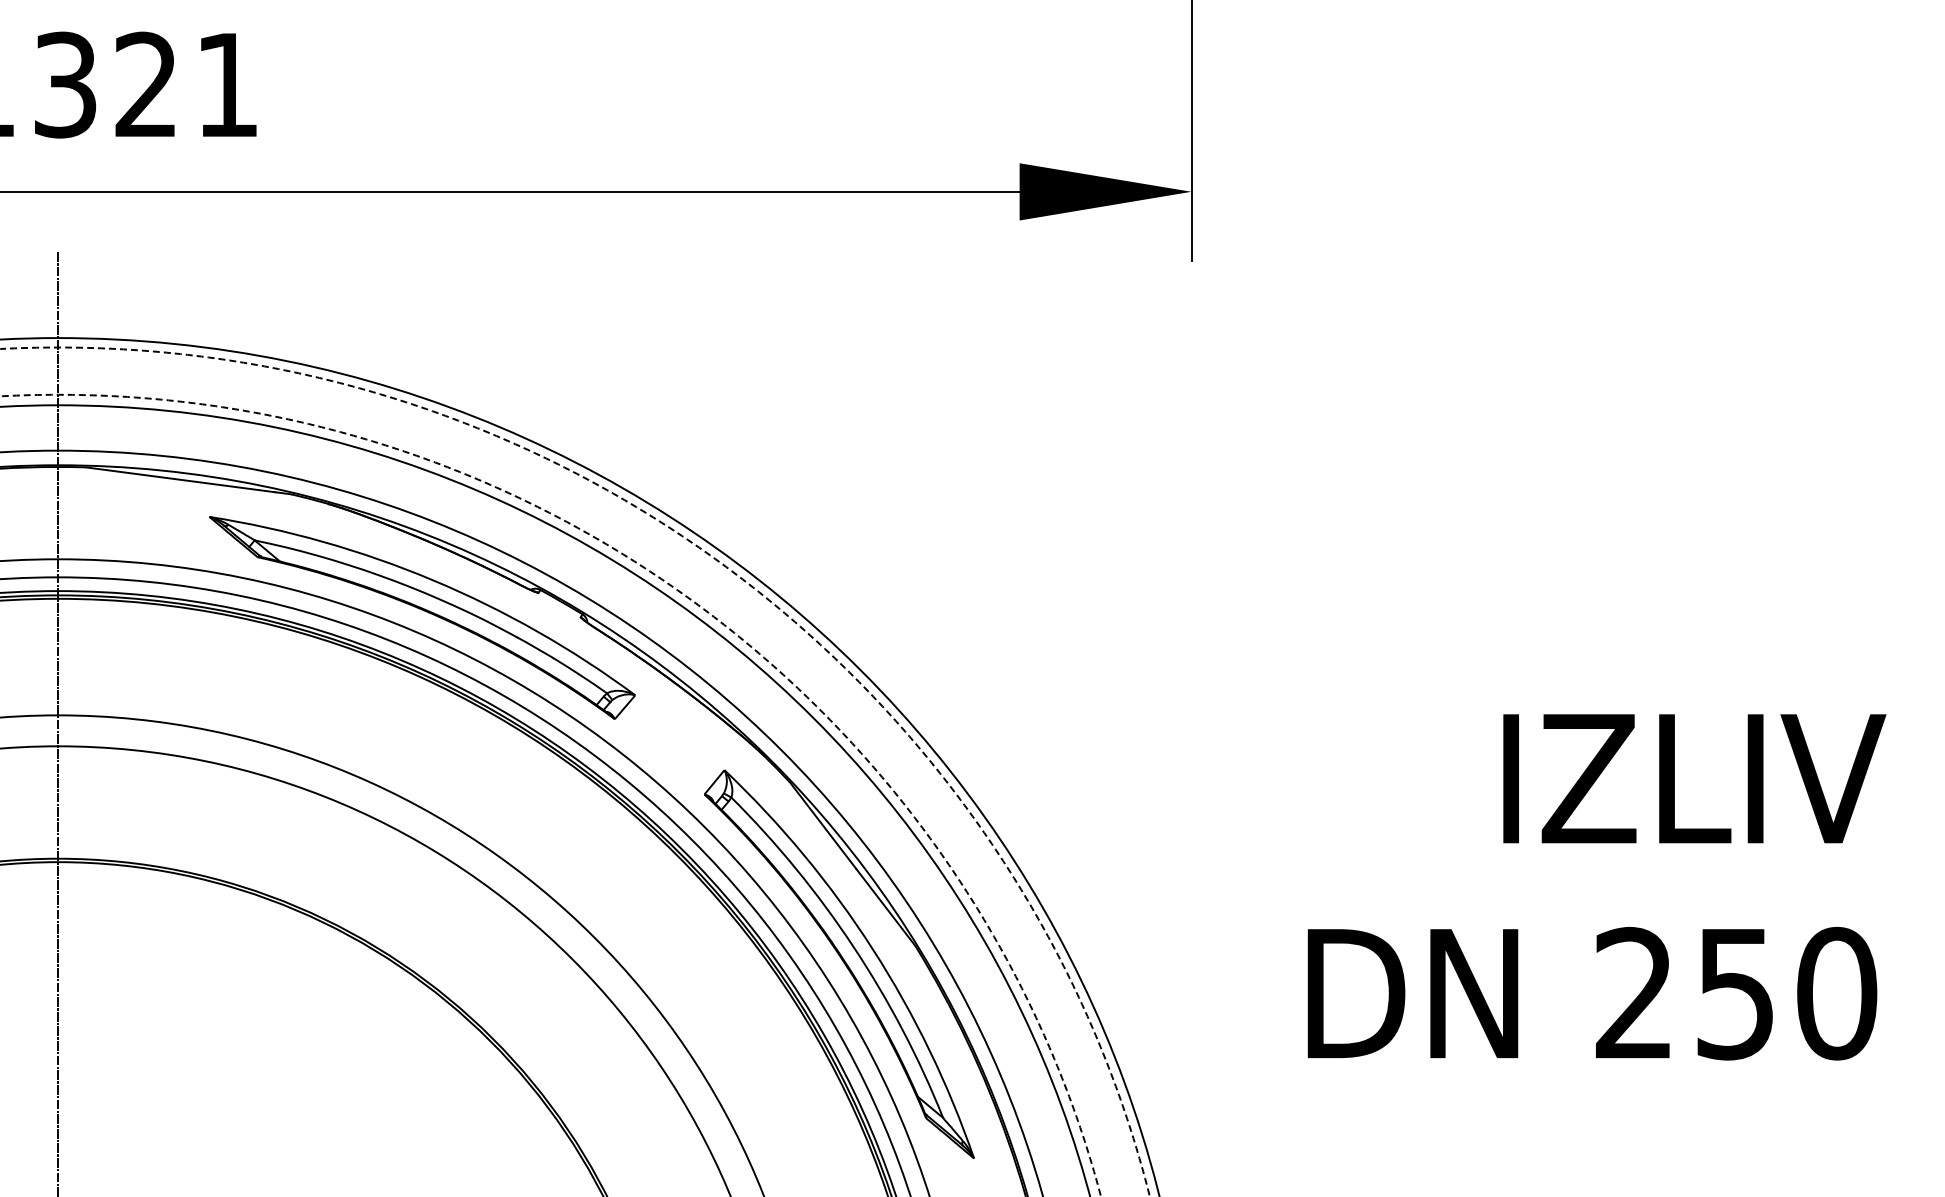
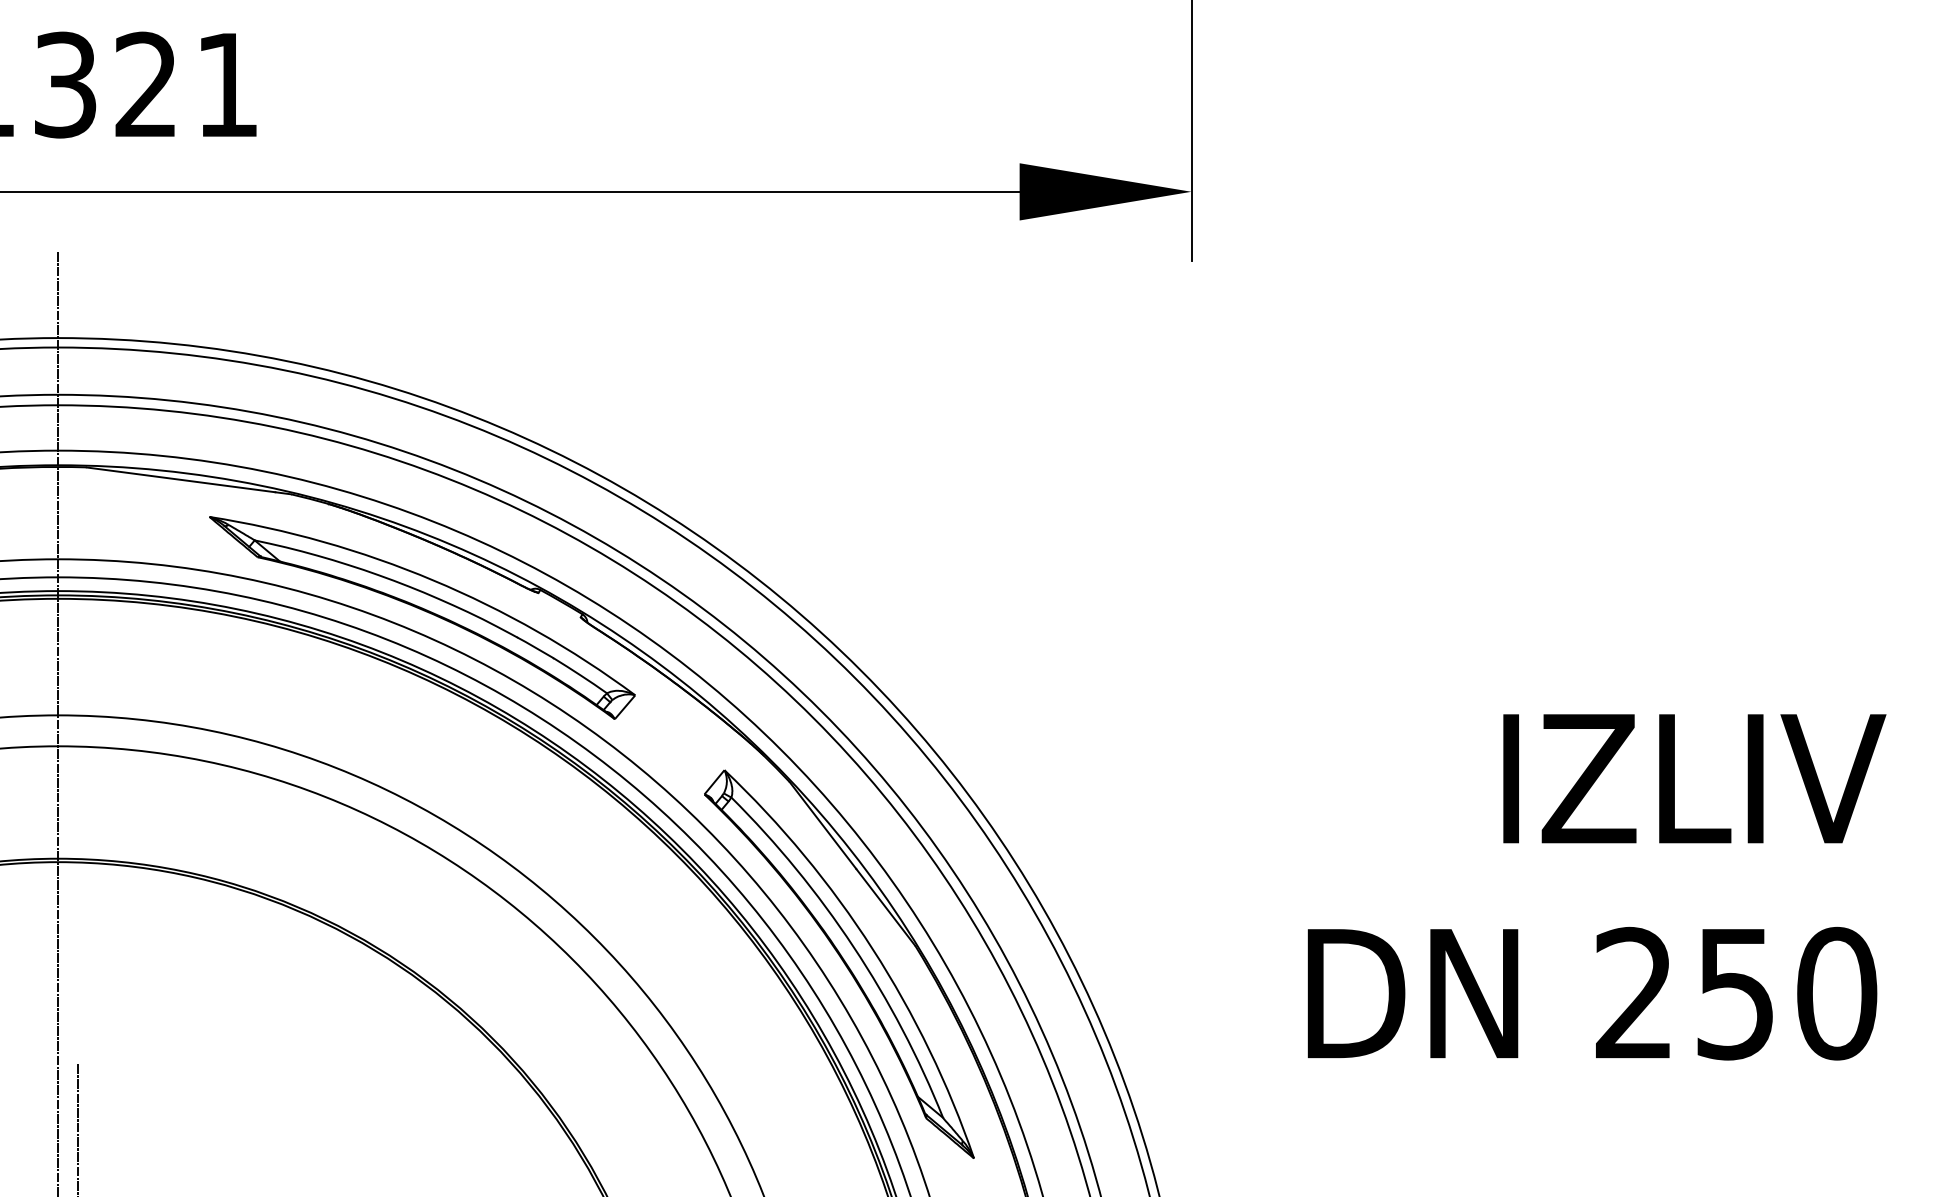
circle at (574, 771): dashed -> solid
circle at (550, 795): dashed -> solid
line at (77, 1128): none -> present
